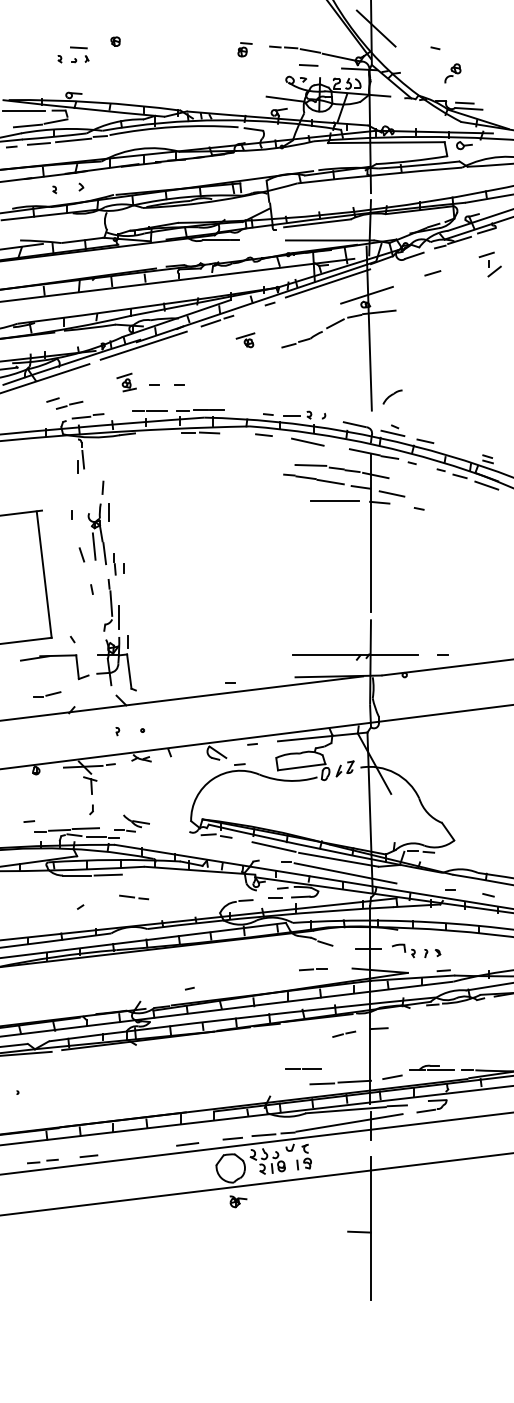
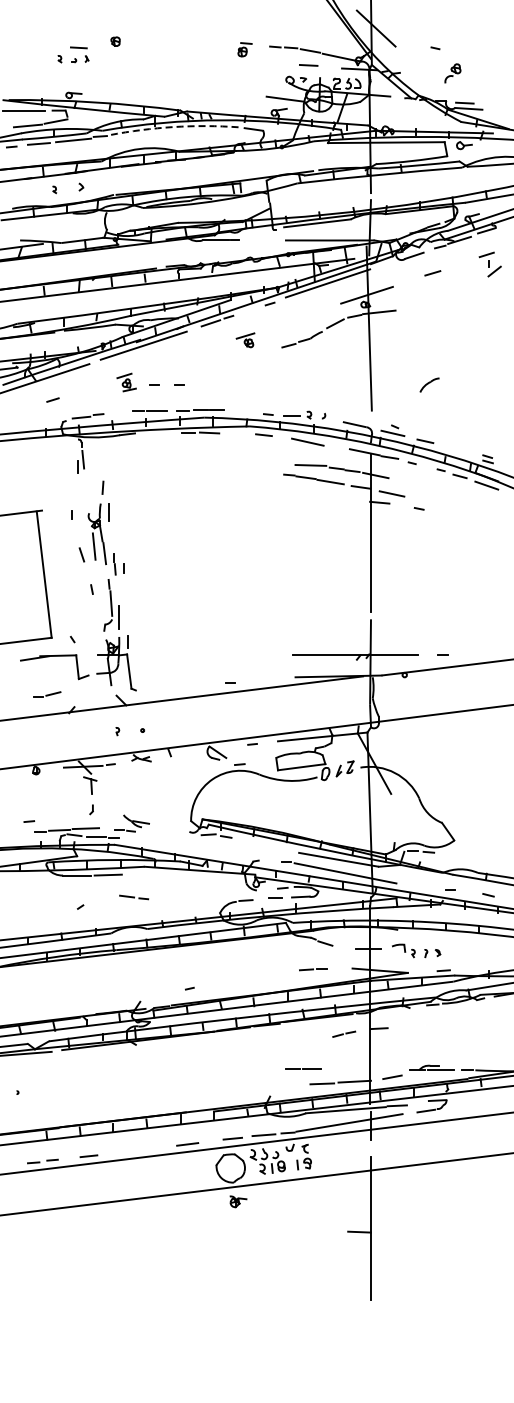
arc at (173, 127): solid -> dashed
part at (392, 396) position: (392, 396) -> (429, 384)
line at (69, 404): present -> none
line at (334, 500): present -> none
line at (273, 846): present -> none
